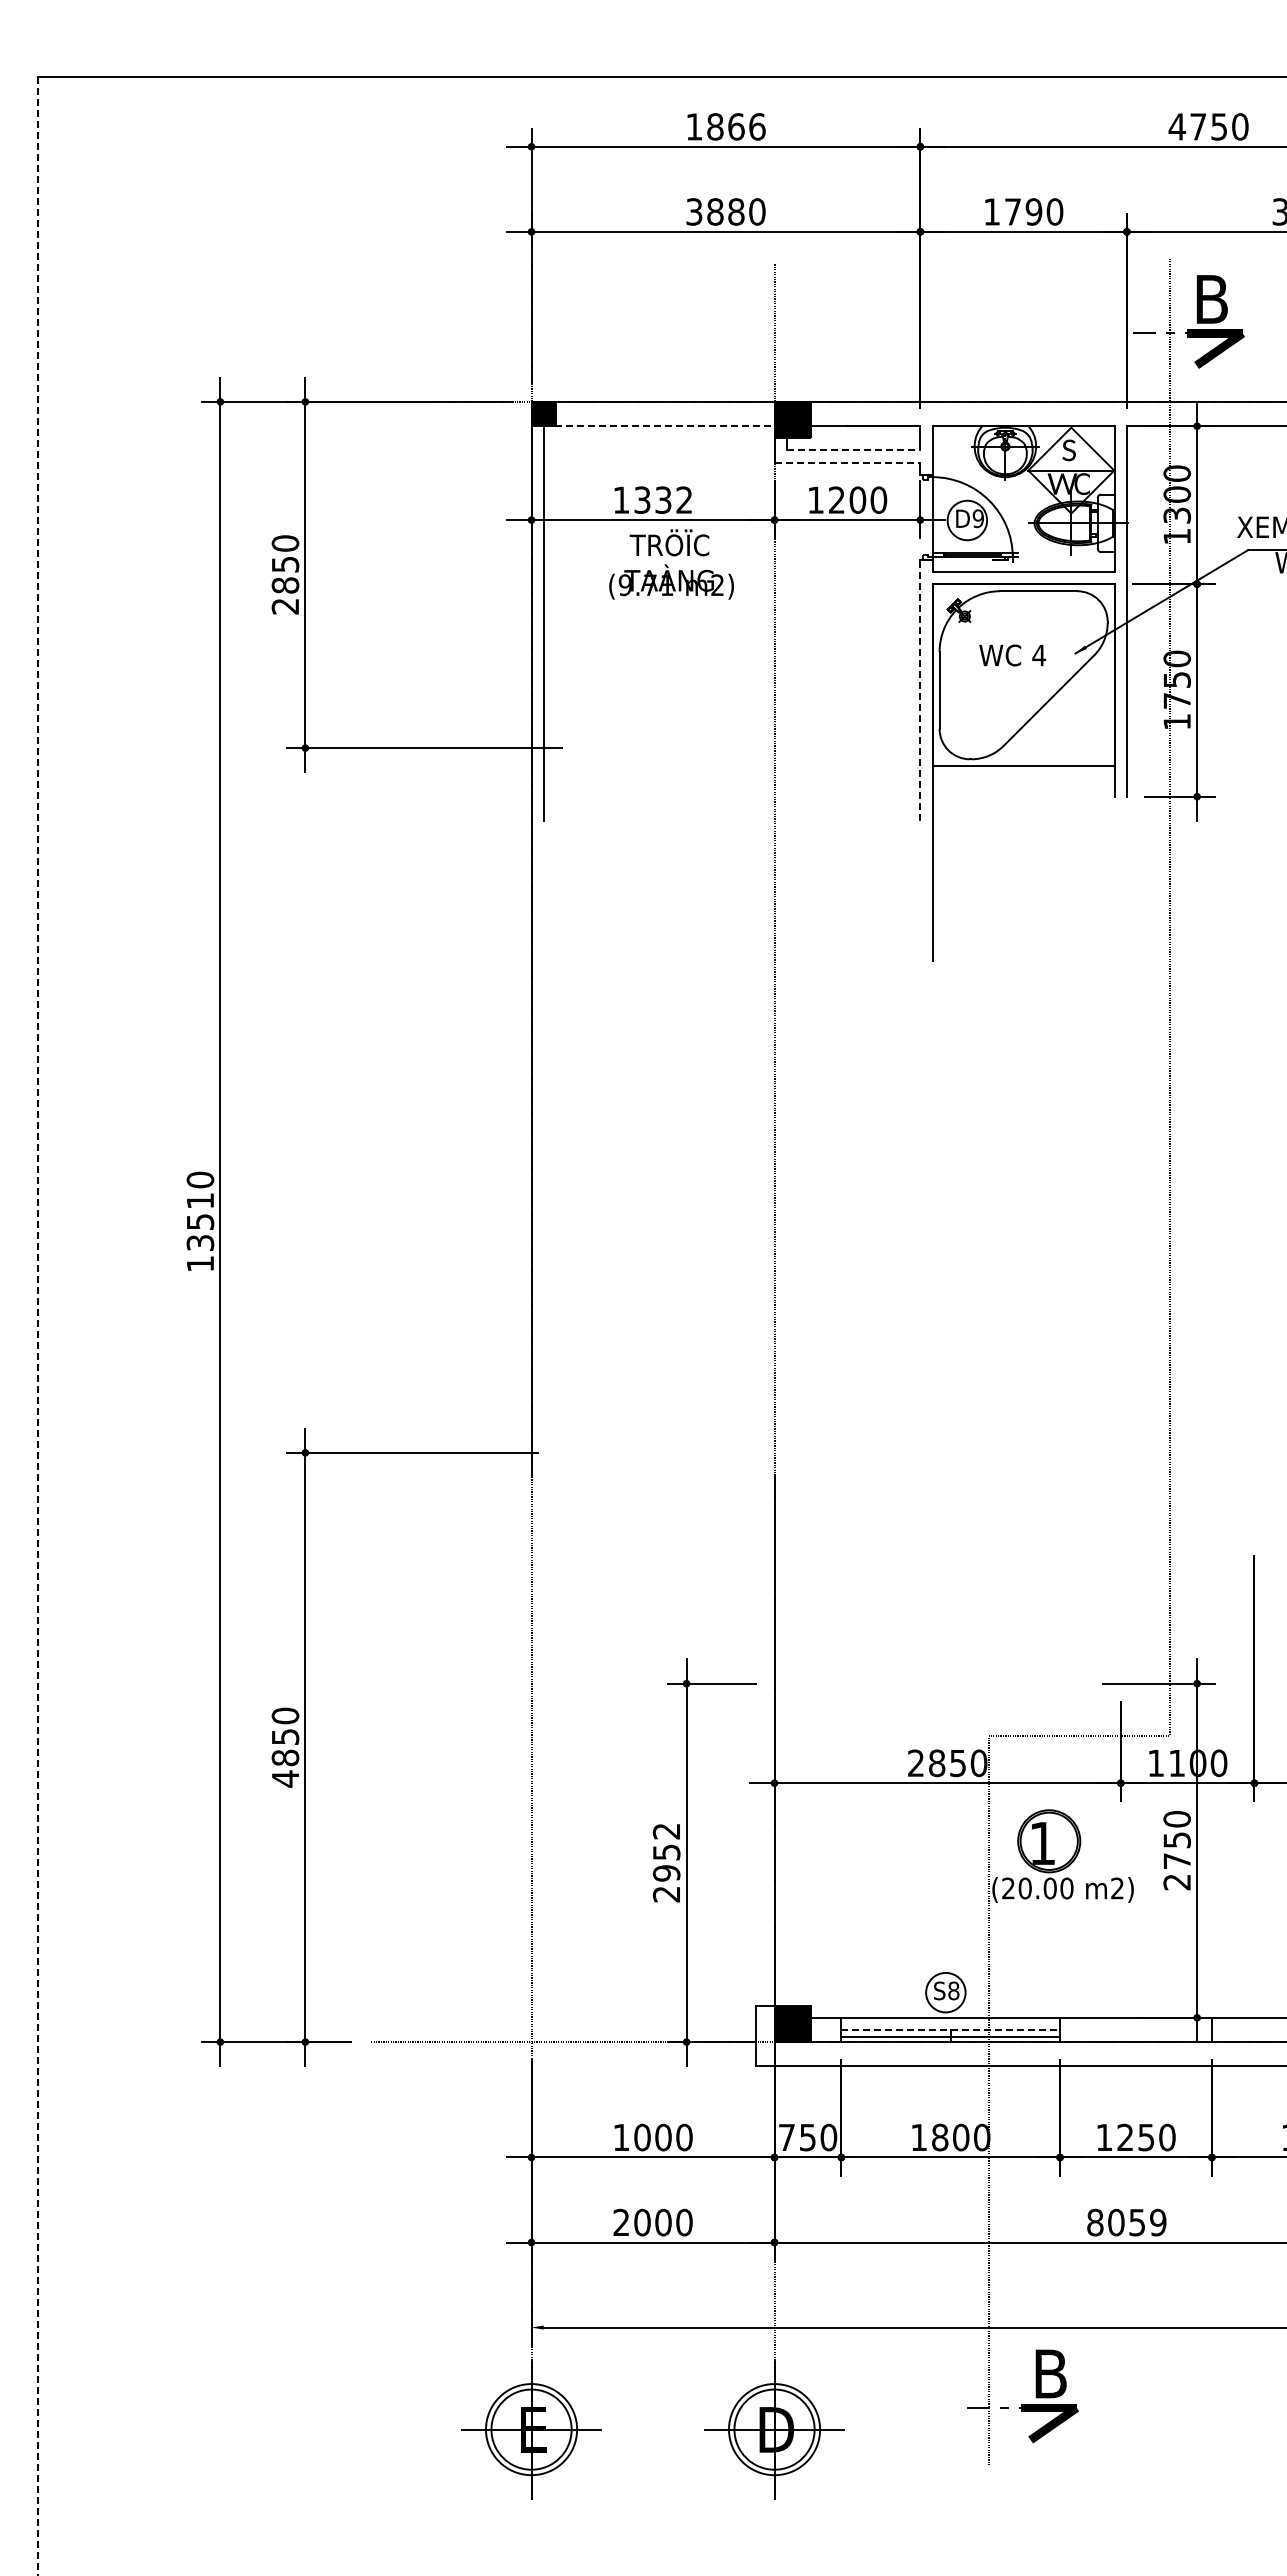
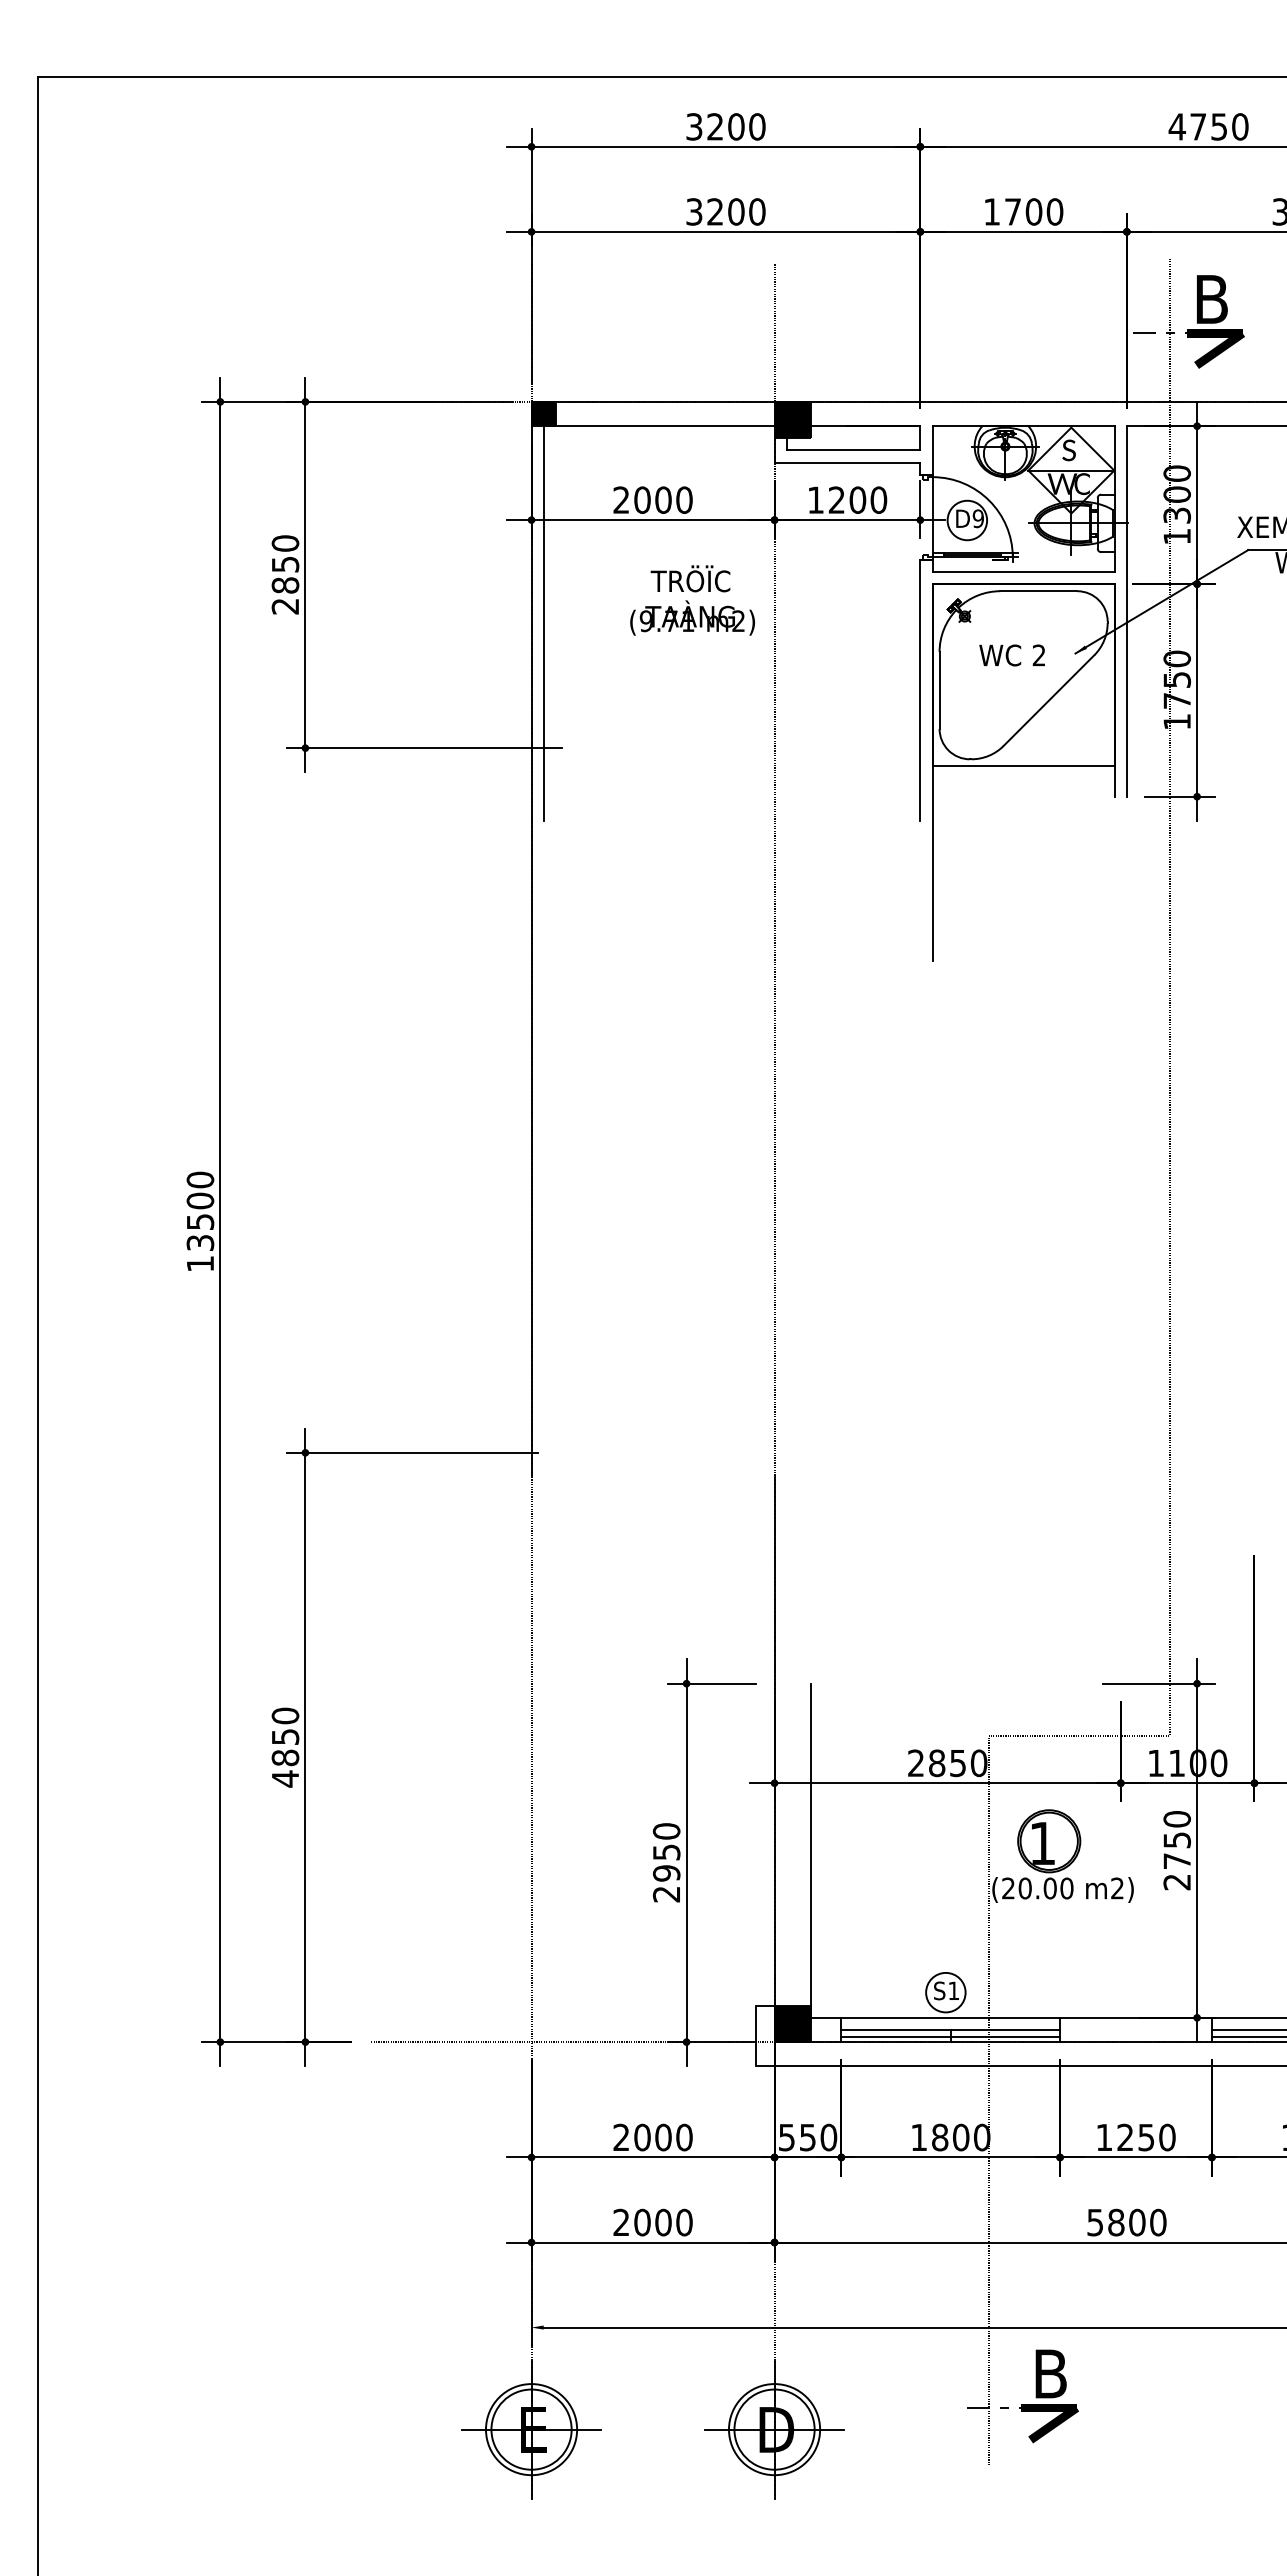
text at (725, 126): 1866 -> 3200
text at (725, 211): 3880 -> 3200
text at (1033, 211): 1790 -> 1700
line at (668, 426): dashed -> solid
line at (853, 450): dashed -> solid
line at (847, 462): dashed -> solid
text at (652, 499): 1332 -> 2000
text at (671, 564) position: (671, 564) -> (692, 600)
text at (1039, 655): 4 -> 2
line at (920, 690): dashed -> solid
text at (200, 1200): 13510 -> 13500
line at (38, 1327): dashed -> solid
text at (666, 1831): 2952 -> 2950
line at (811, 1850): none -> present
text at (953, 1990): S8 -> S1
line at (951, 2029): dashed -> solid
line at (1247, 2029): none -> present
line at (1247, 2037): none -> present
text at (620, 2136): 1000 -> 2000
text at (786, 2137): 750 -> 550
text at (1126, 2222): 8059 -> 5800
